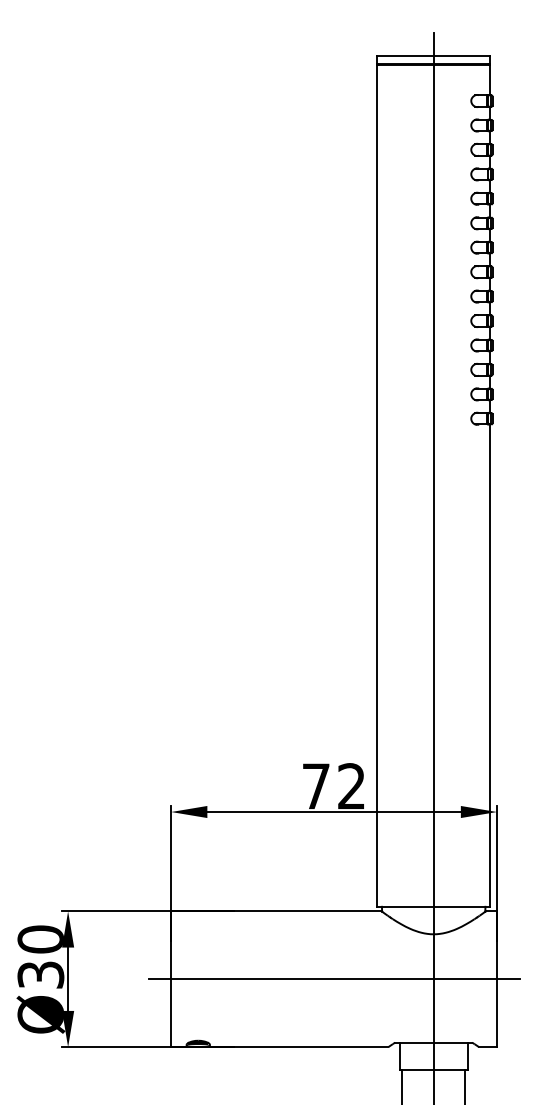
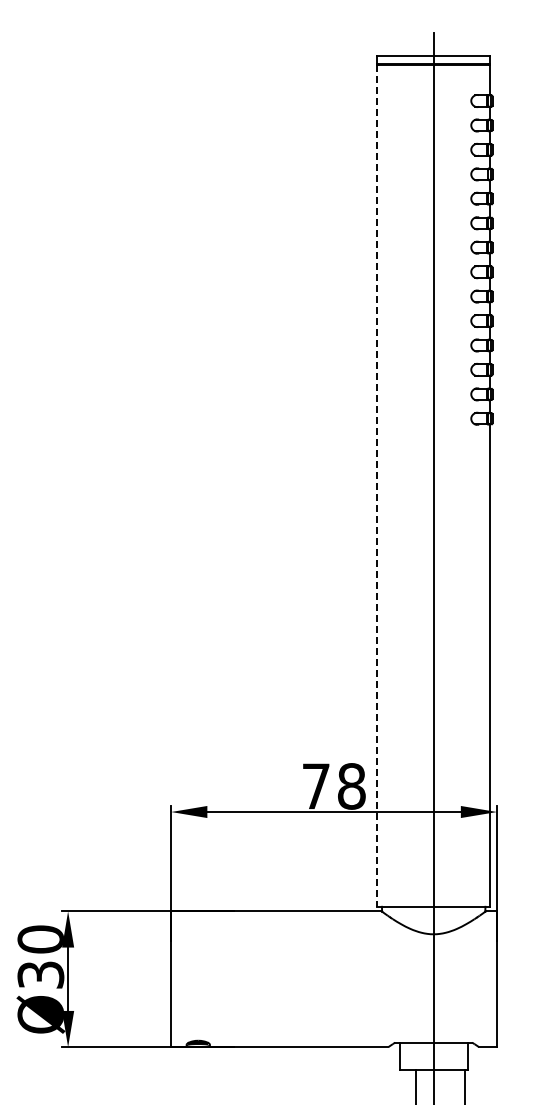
line at (377, 486): solid -> dashed
text at (351, 786): 72 -> 78
line at (333, 979): present -> none
line at (402, 1085) position: (402, 1085) -> (416, 1085)
